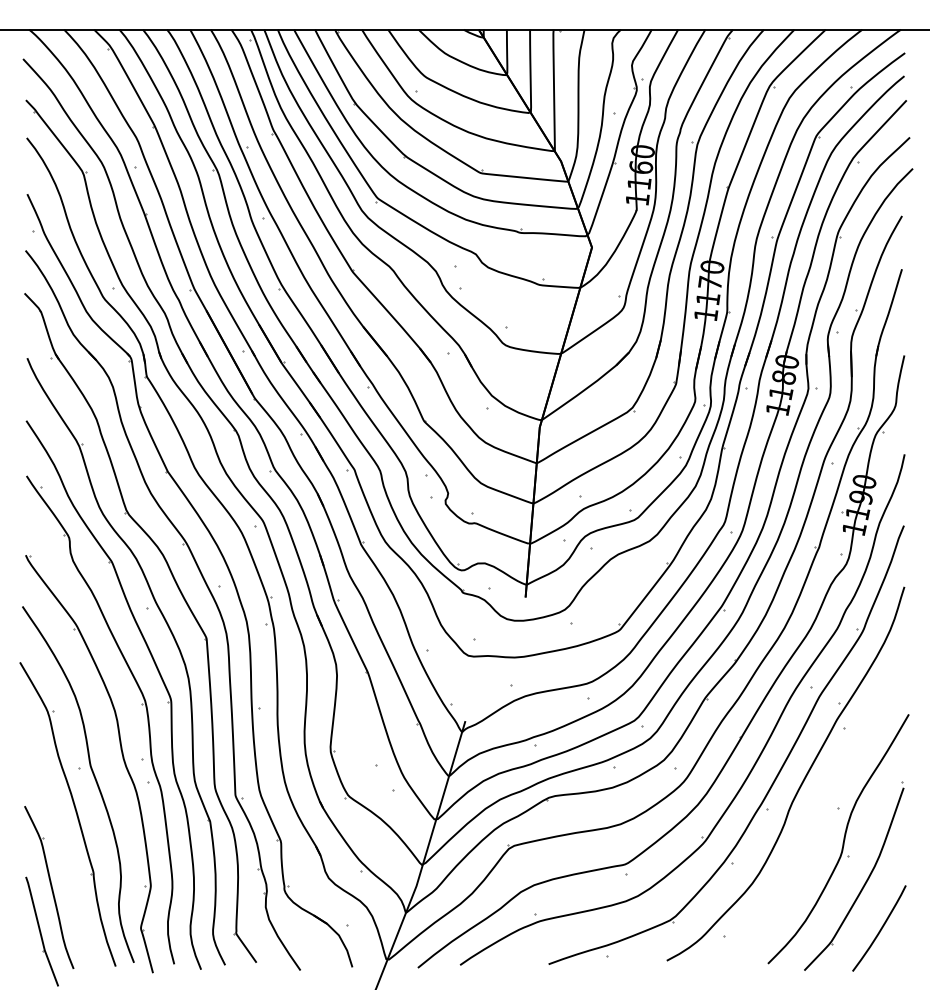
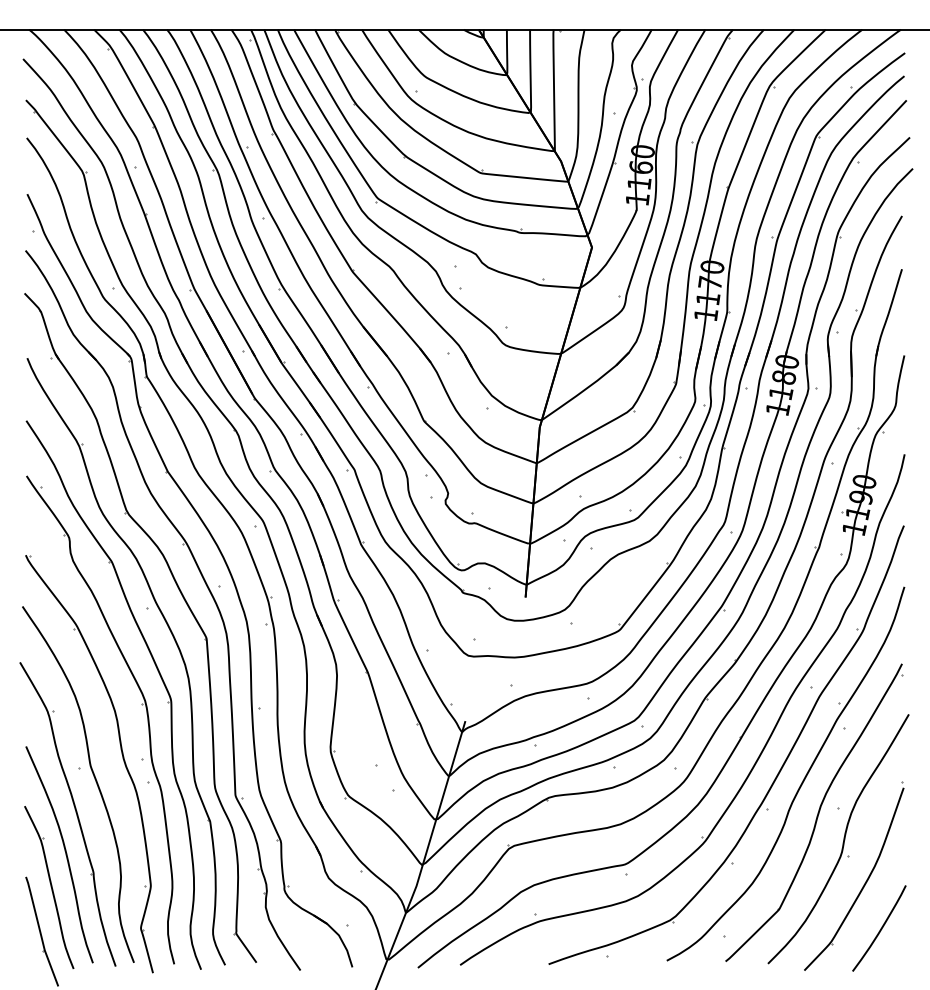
part at (814, 812): none -> present
curve at (64, 851): none -> present
